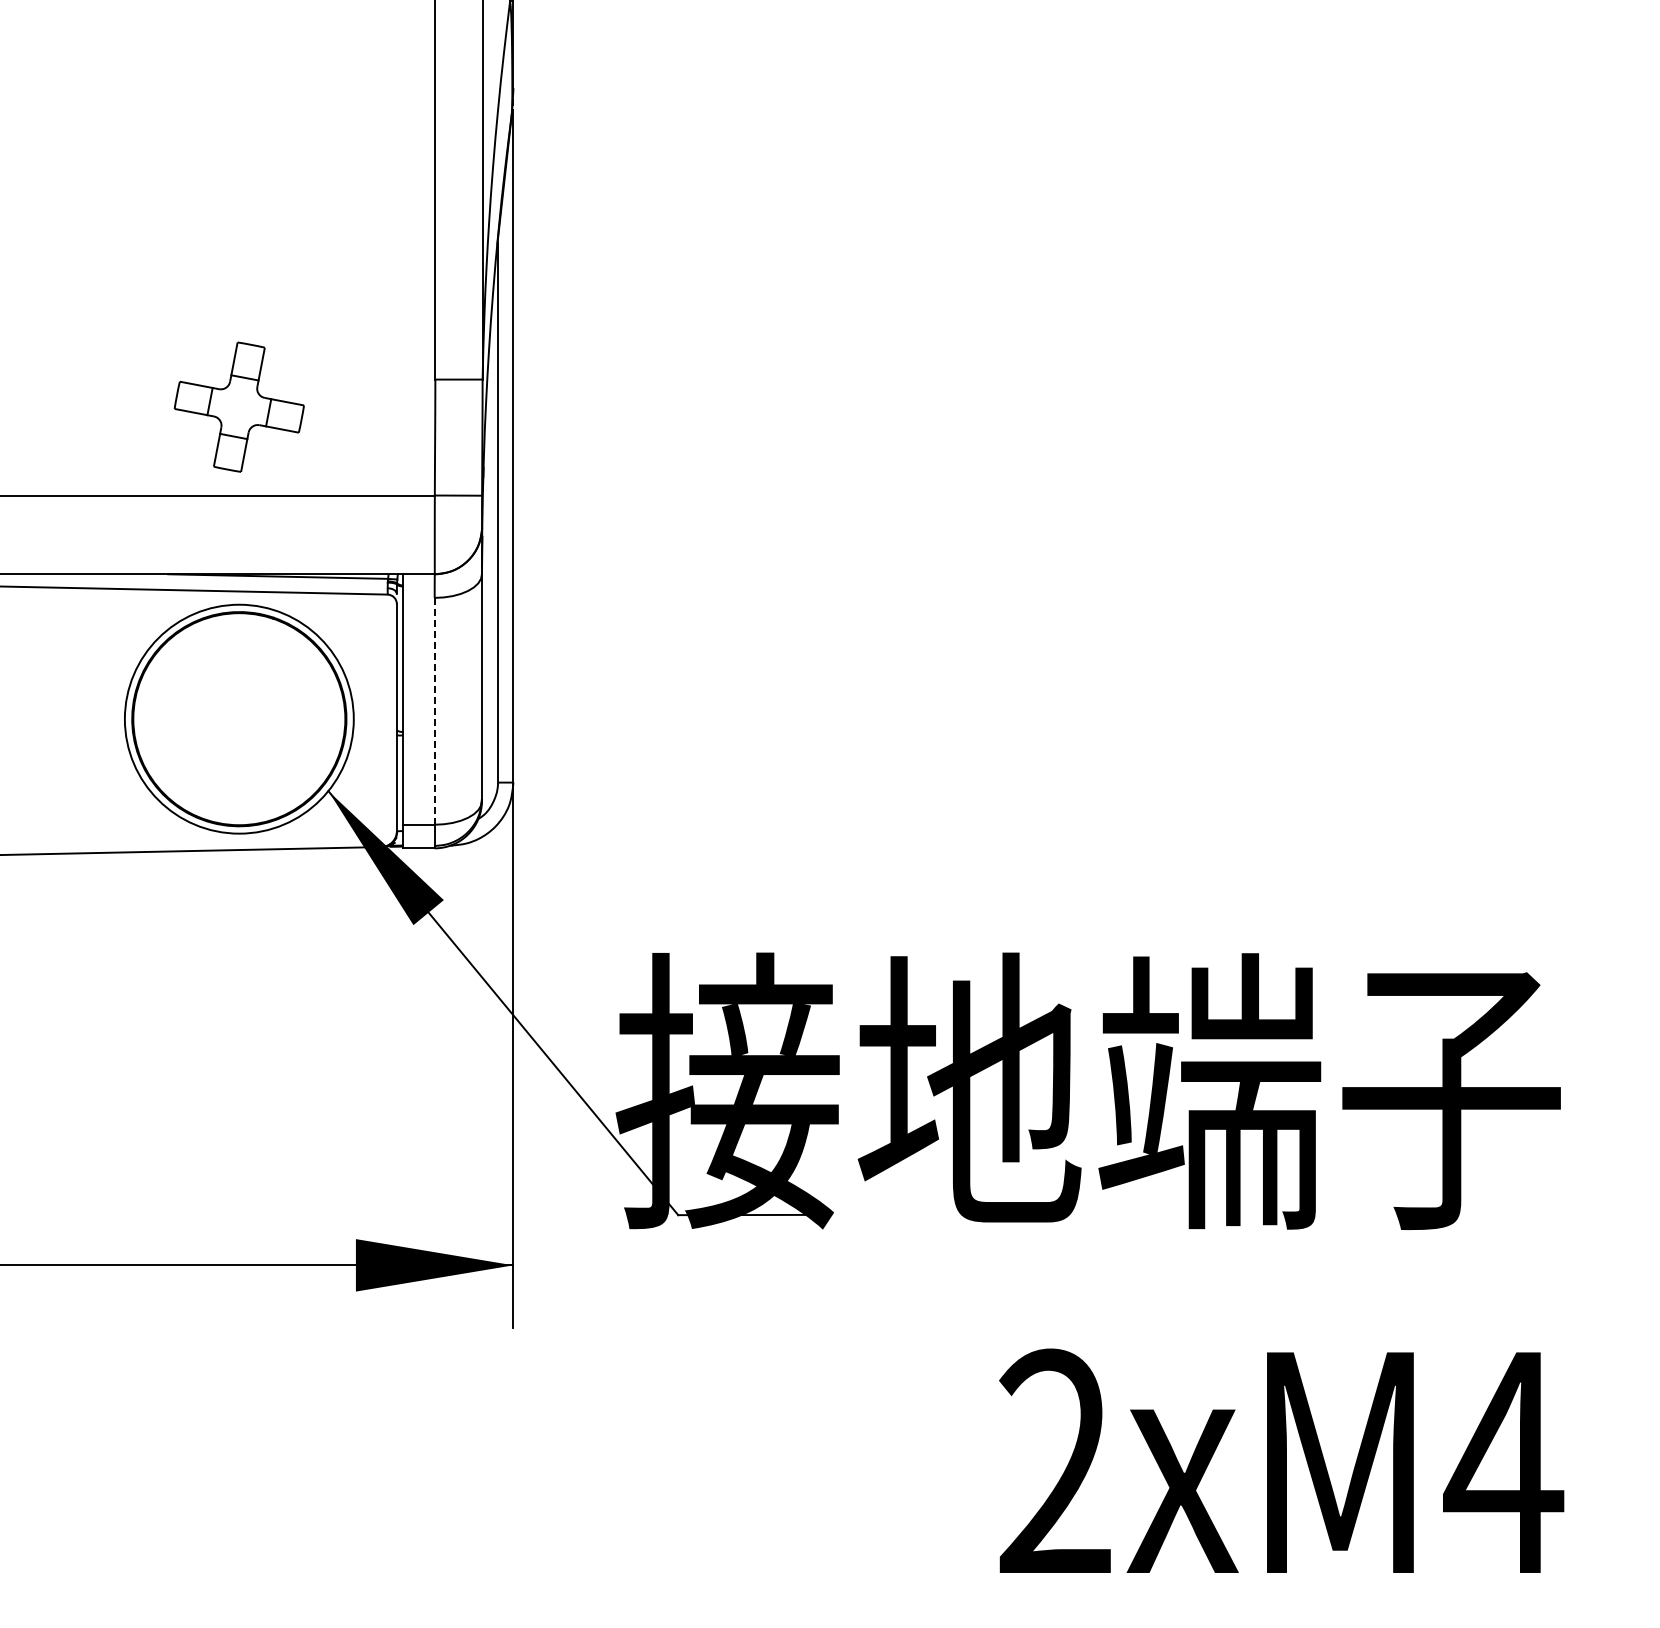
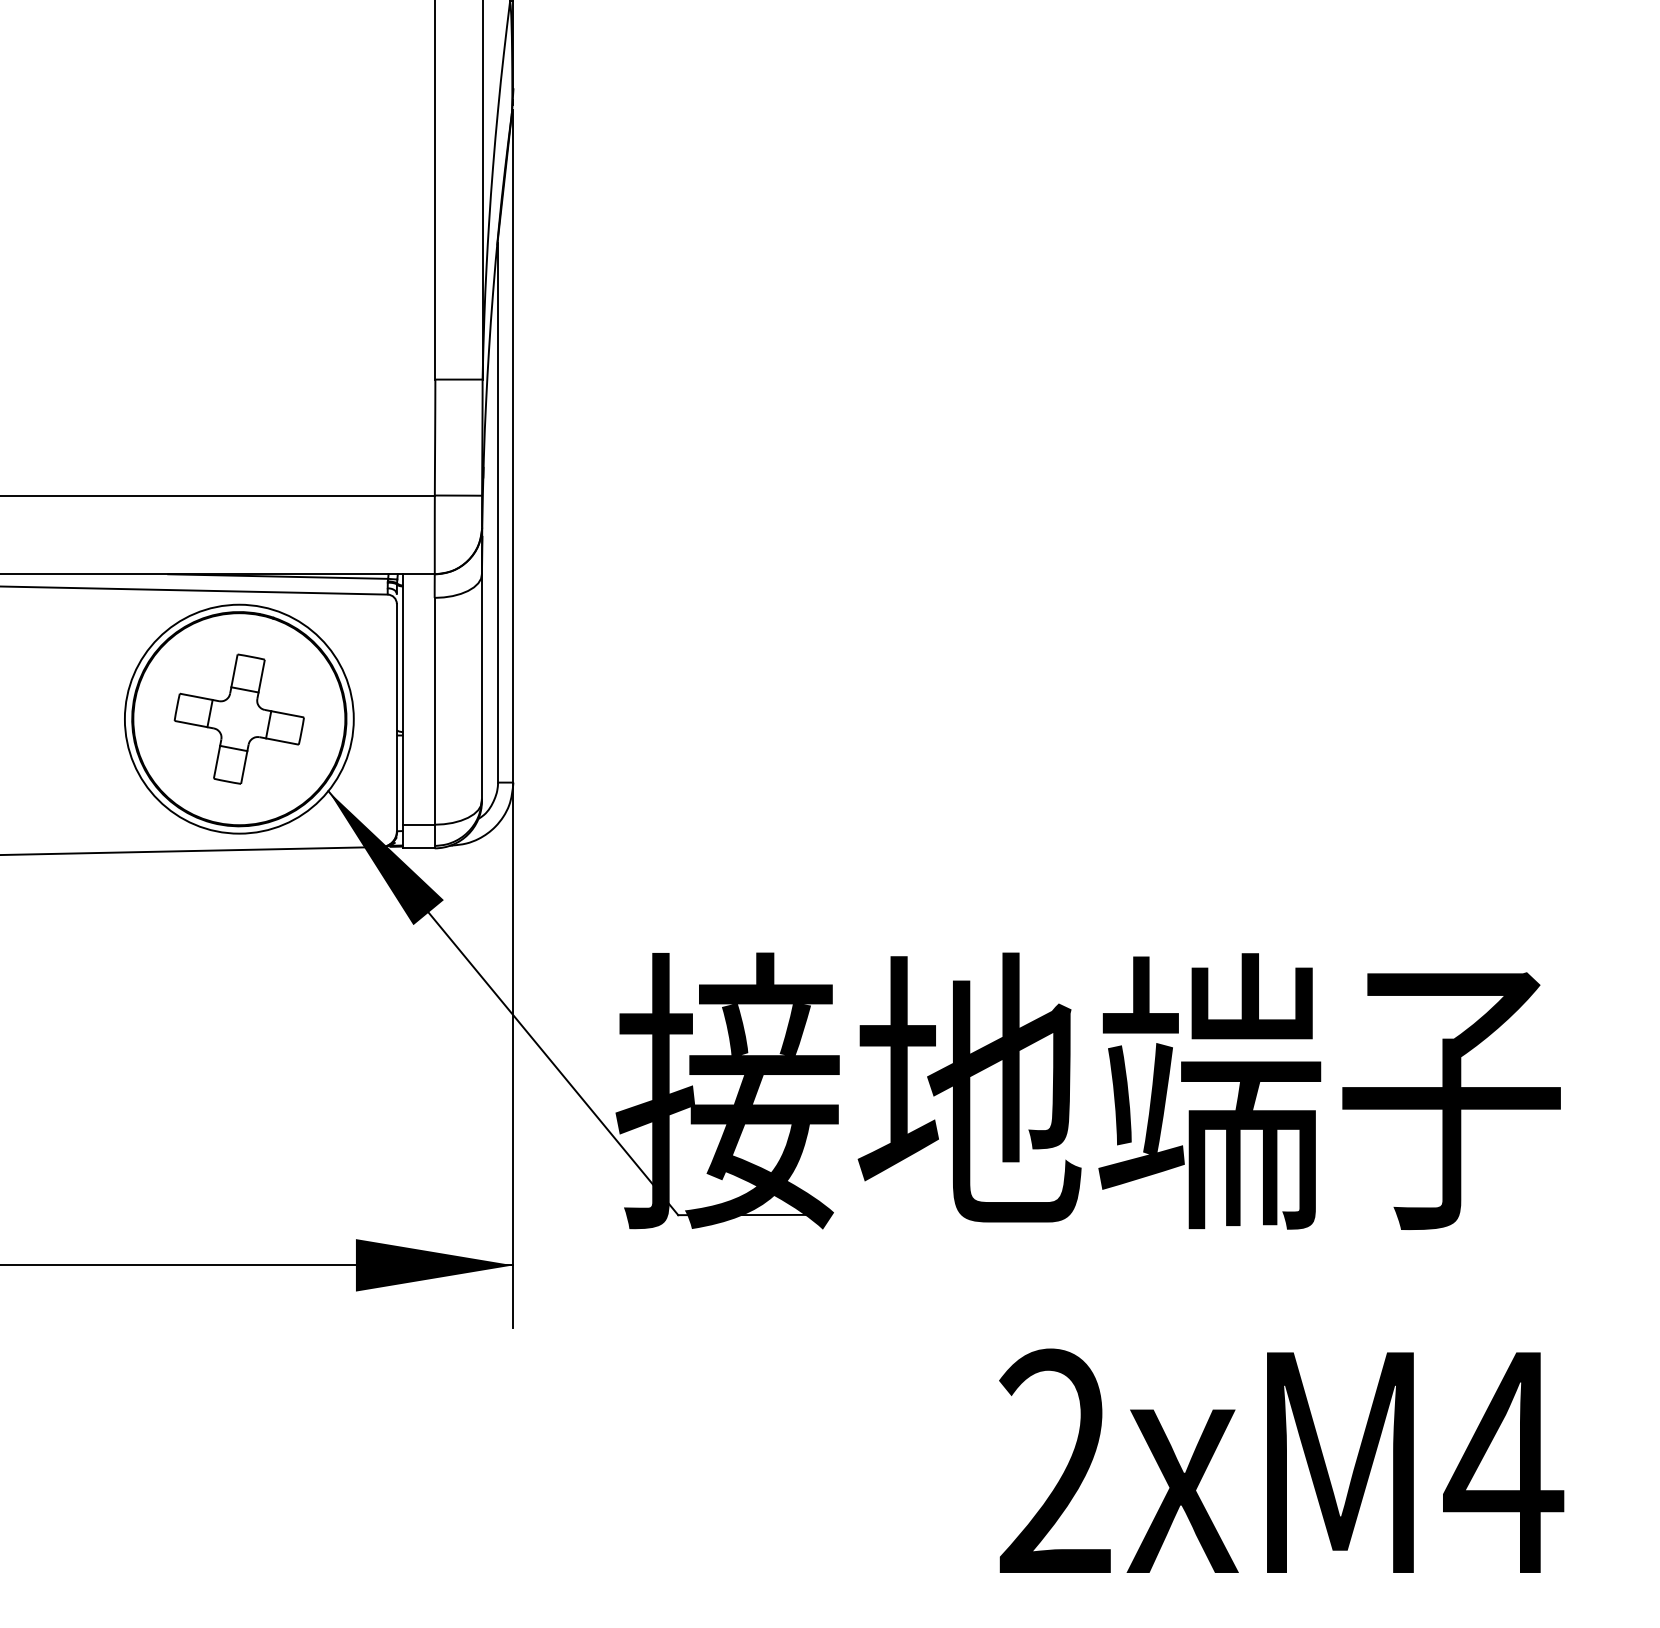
part at (238, 406) position: (238, 406) -> (238, 718)
line at (434, 710): dashed -> solid
